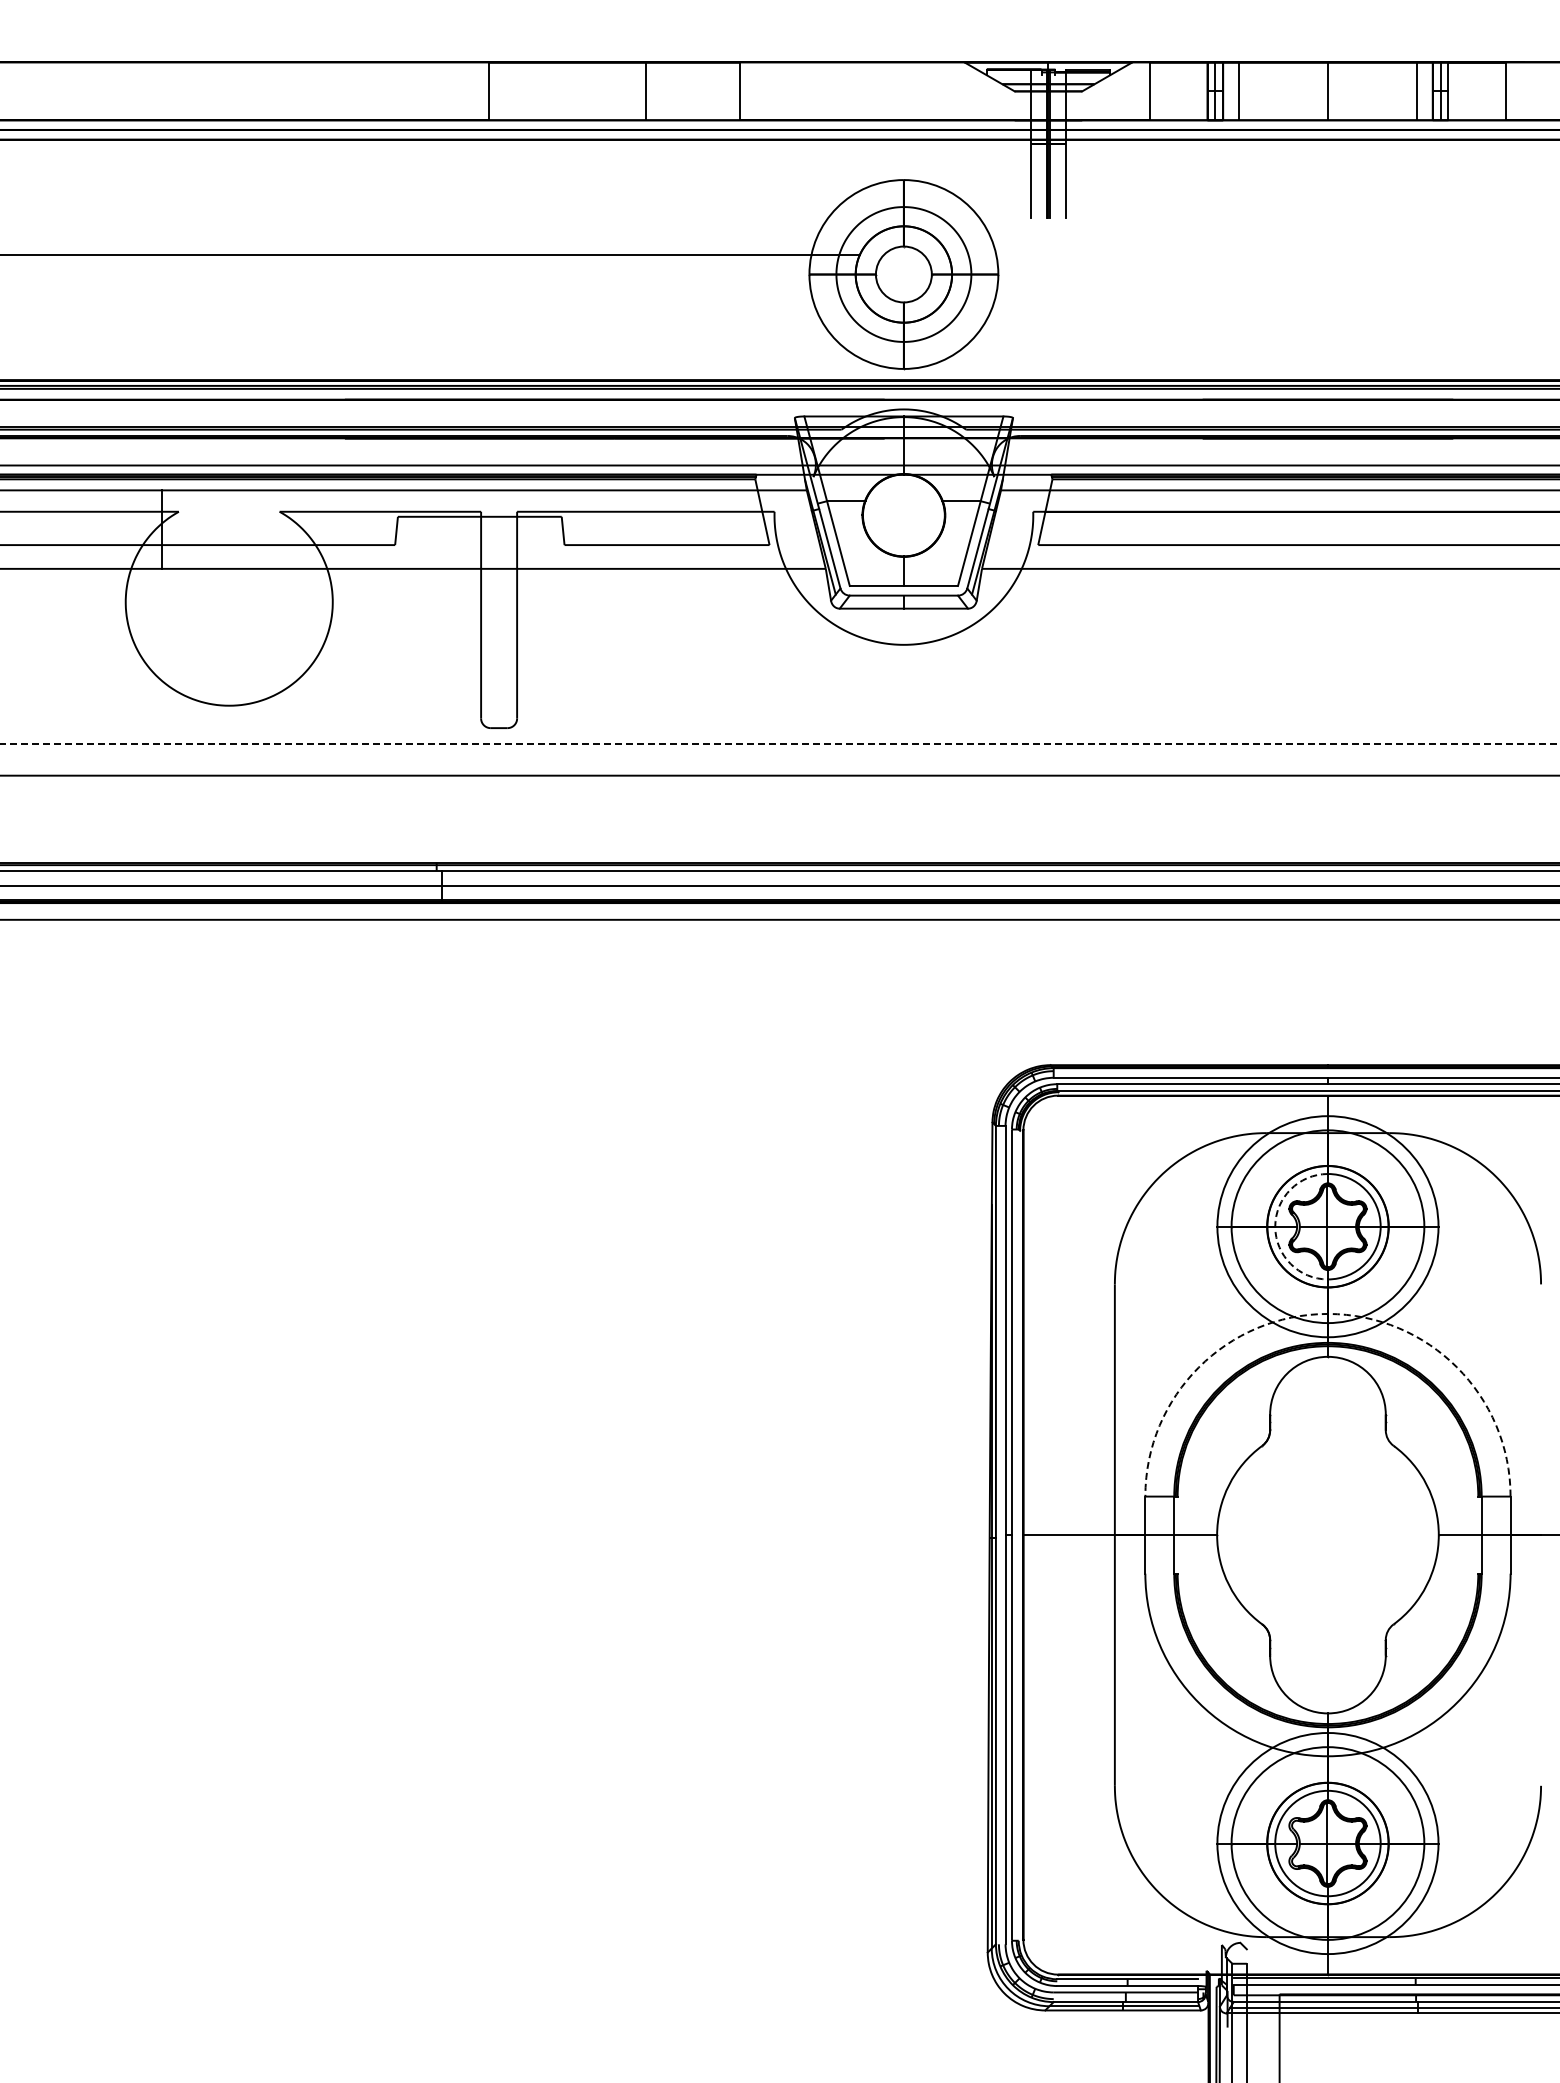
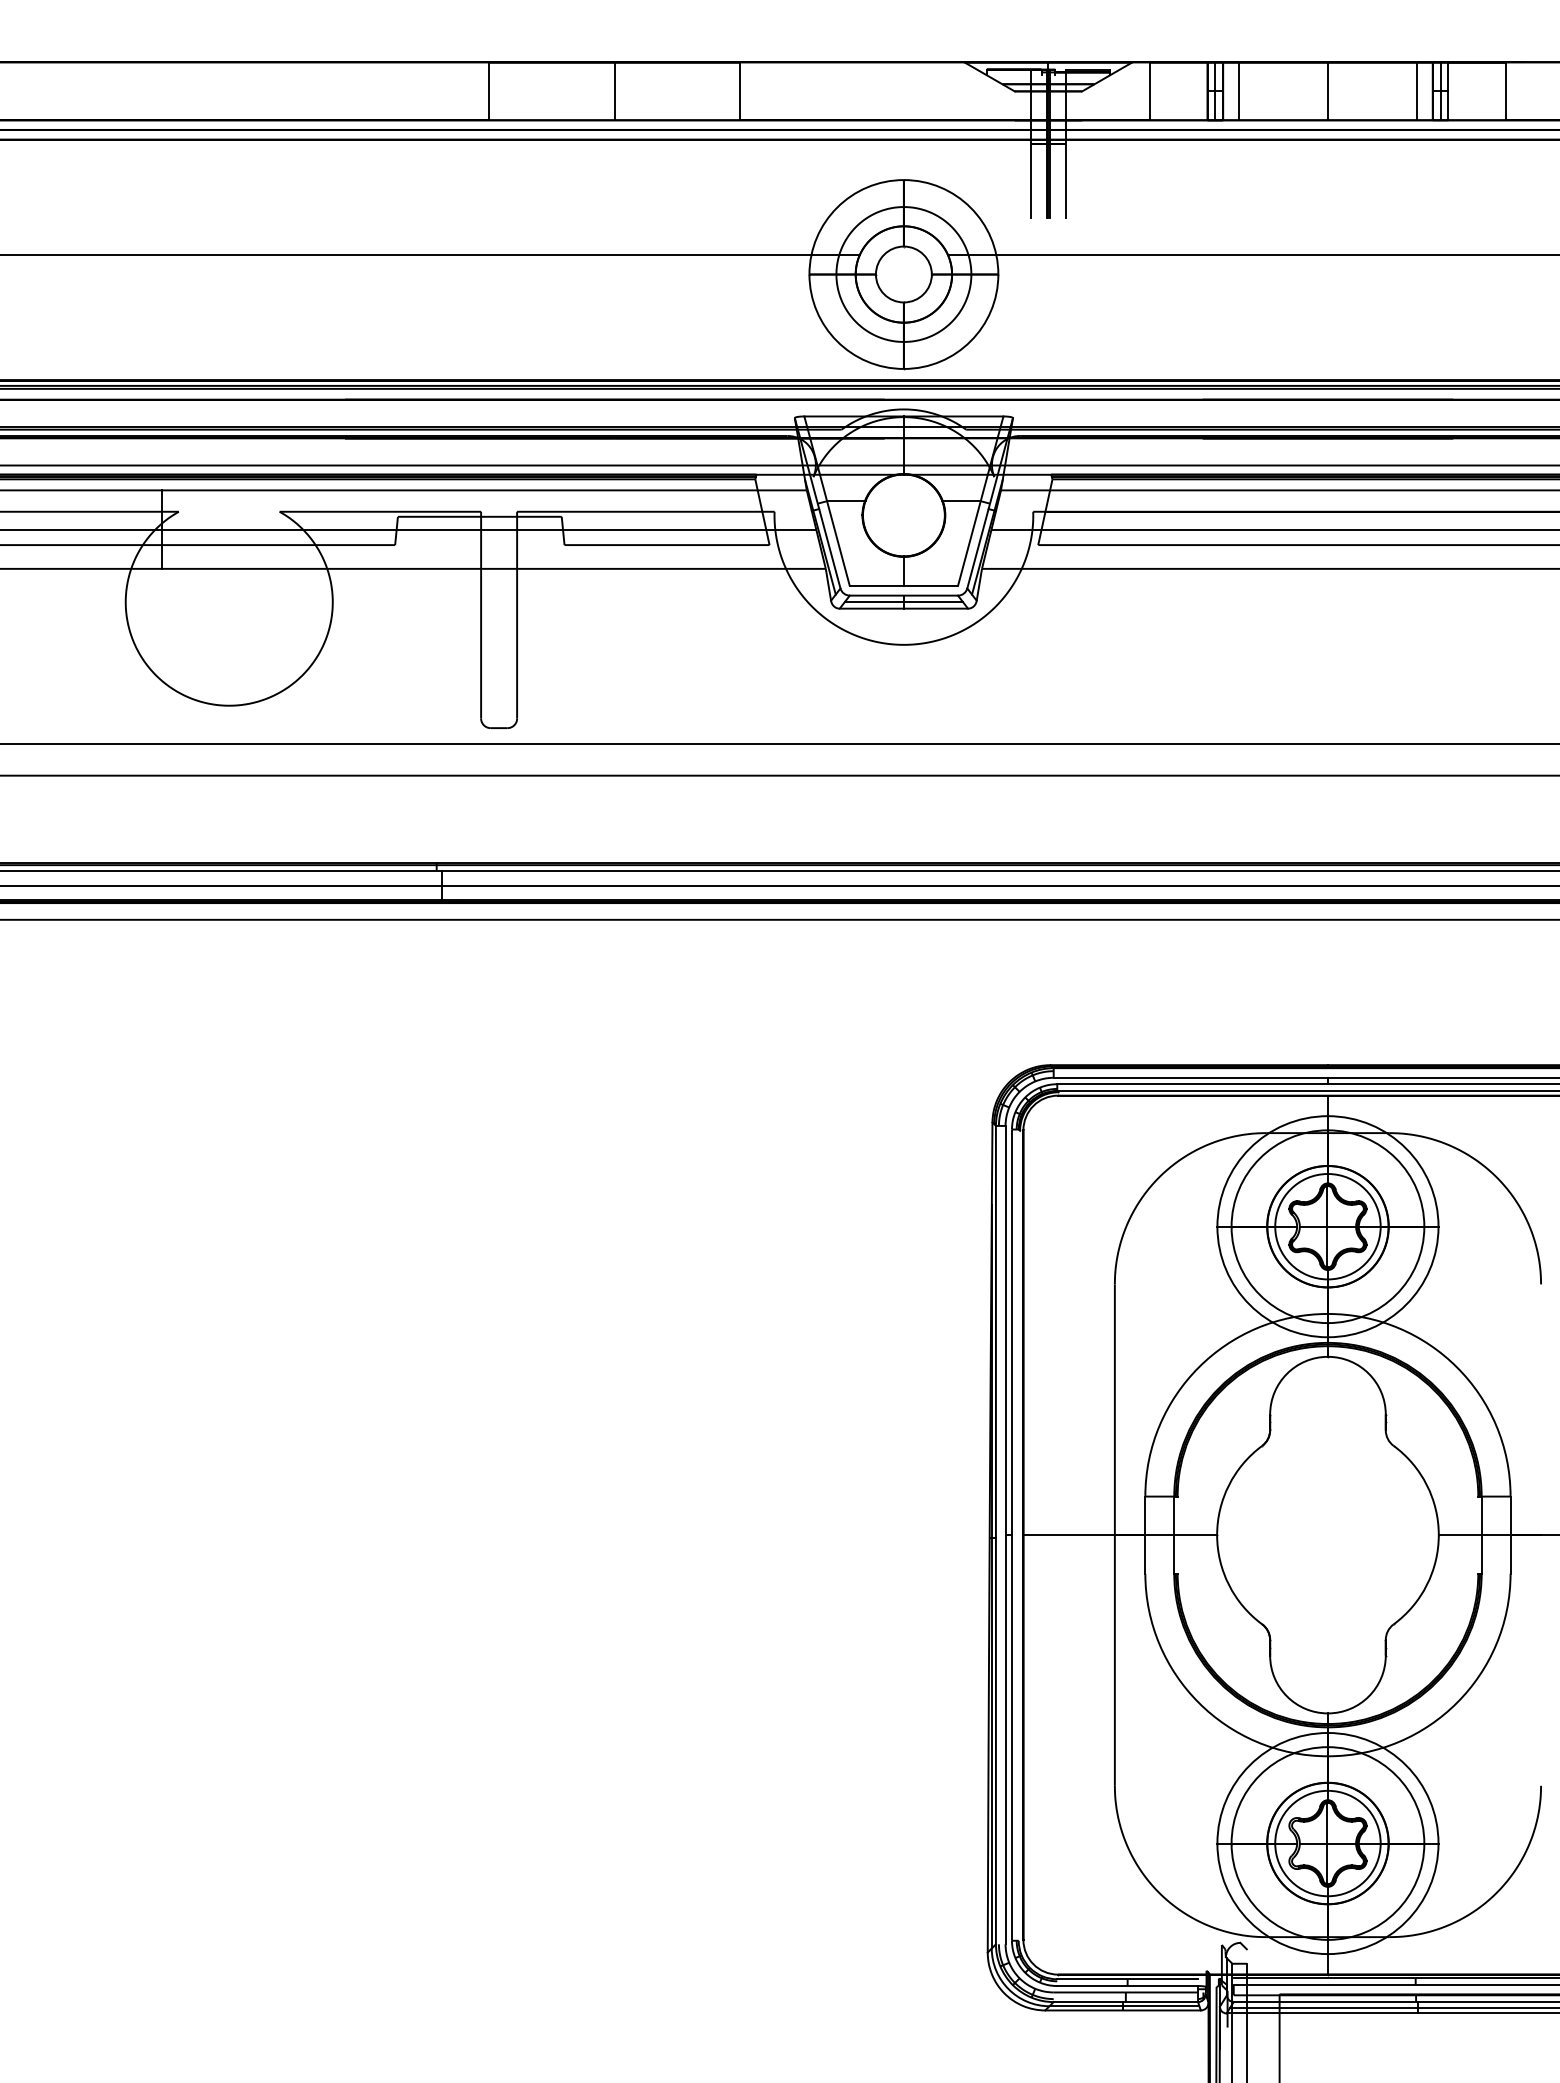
line at (645, 91) position: (645, 91) -> (614, 91)
line at (1252, 255): none -> present
line at (409, 529): none -> present
line at (1273, 529): none -> present
line at (903, 602): none -> present
line at (780, 744): dashed -> solid
arc at (1275, 1226): dashed -> solid
arc at (1327, 1313): dashed -> solid
